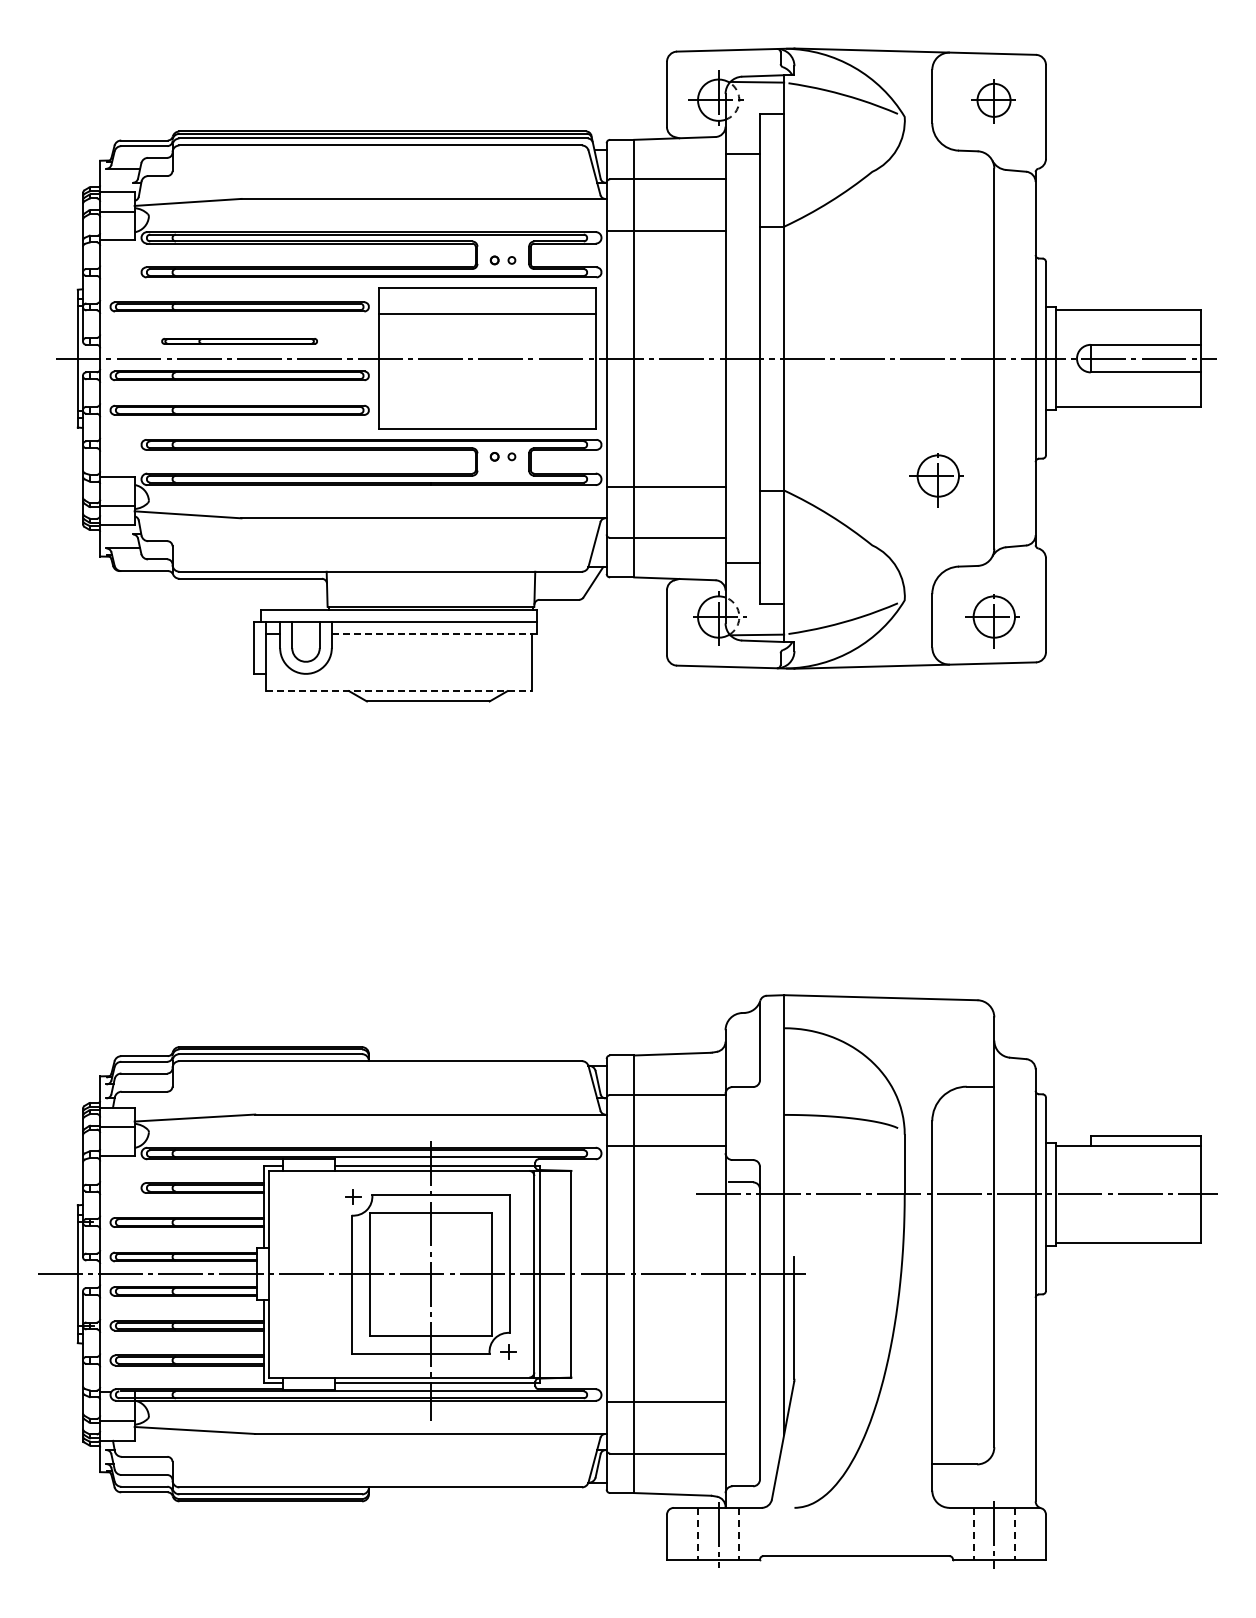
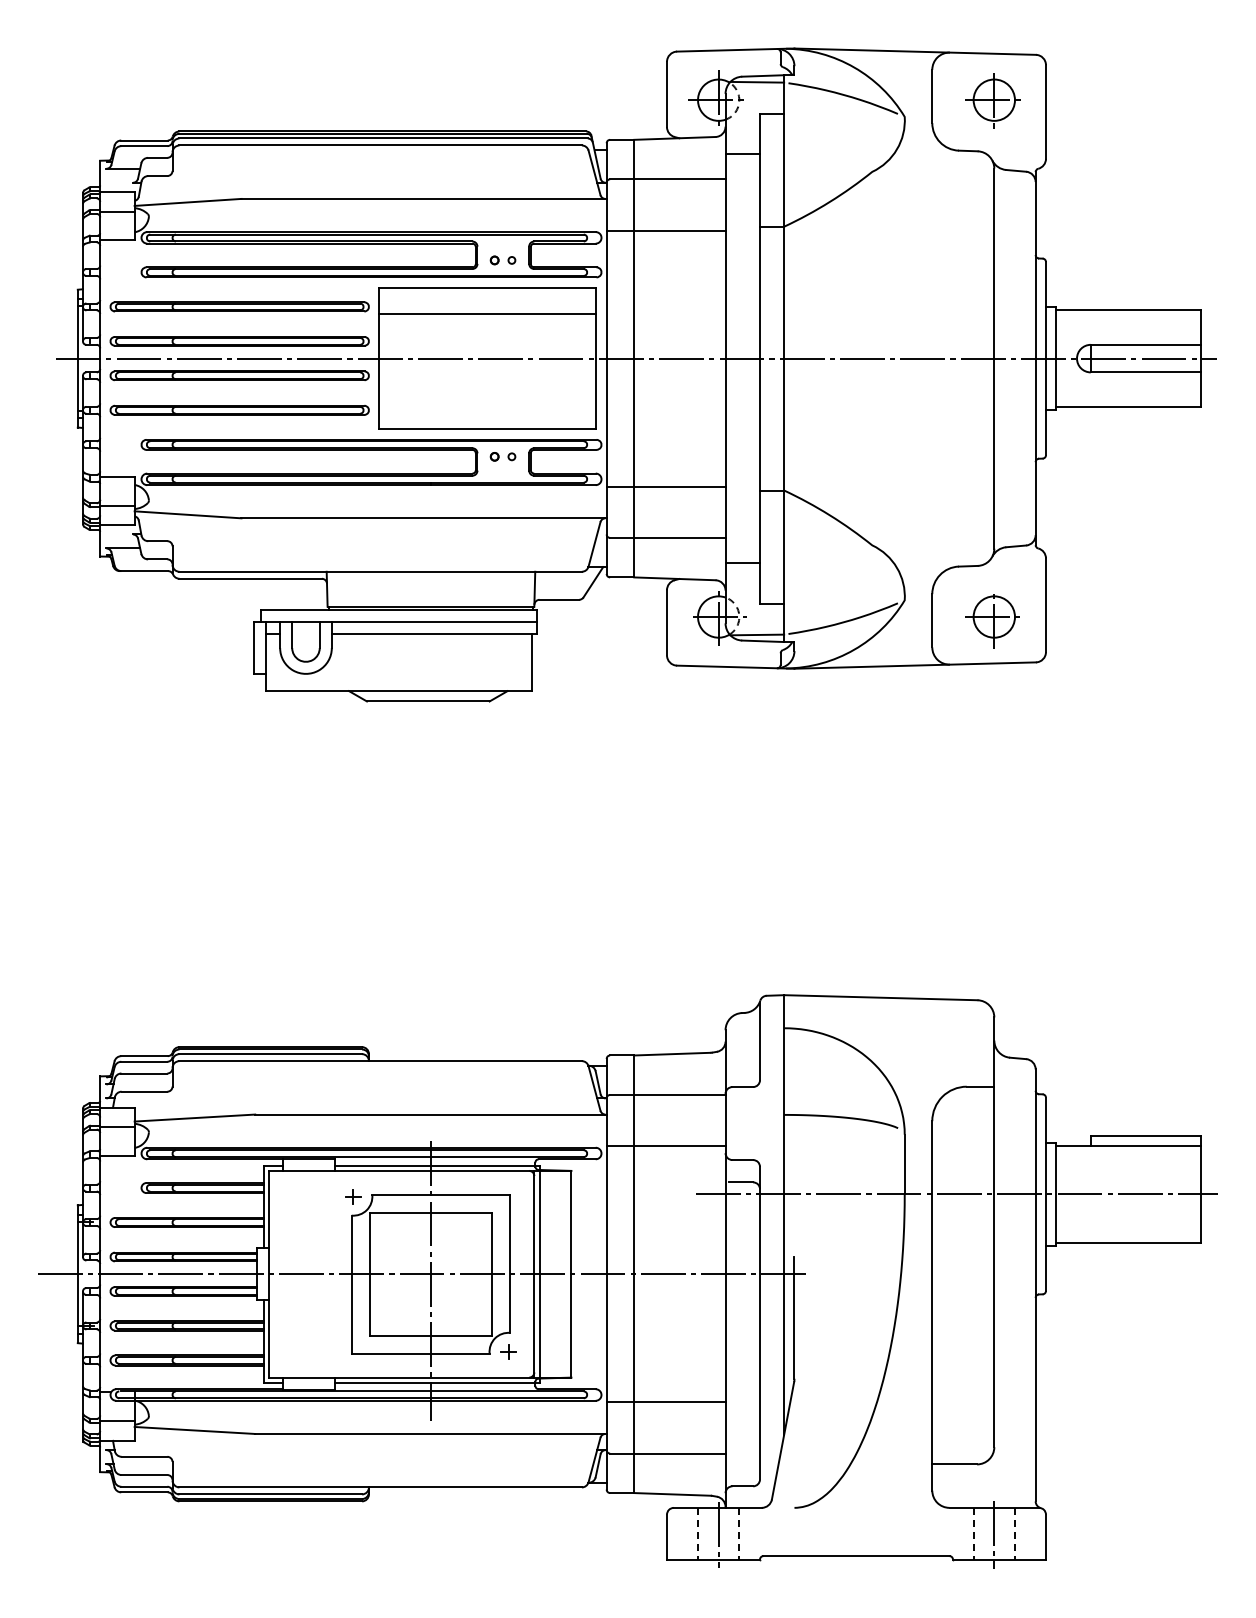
part at (993, 101) size: 45x45 px -> 56x56 px
part at (239, 341) size: 157x7 px -> 261x11 px
part at (936, 480): present -> none
line at (434, 634): dashed -> solid
line at (399, 691): dashed -> solid
